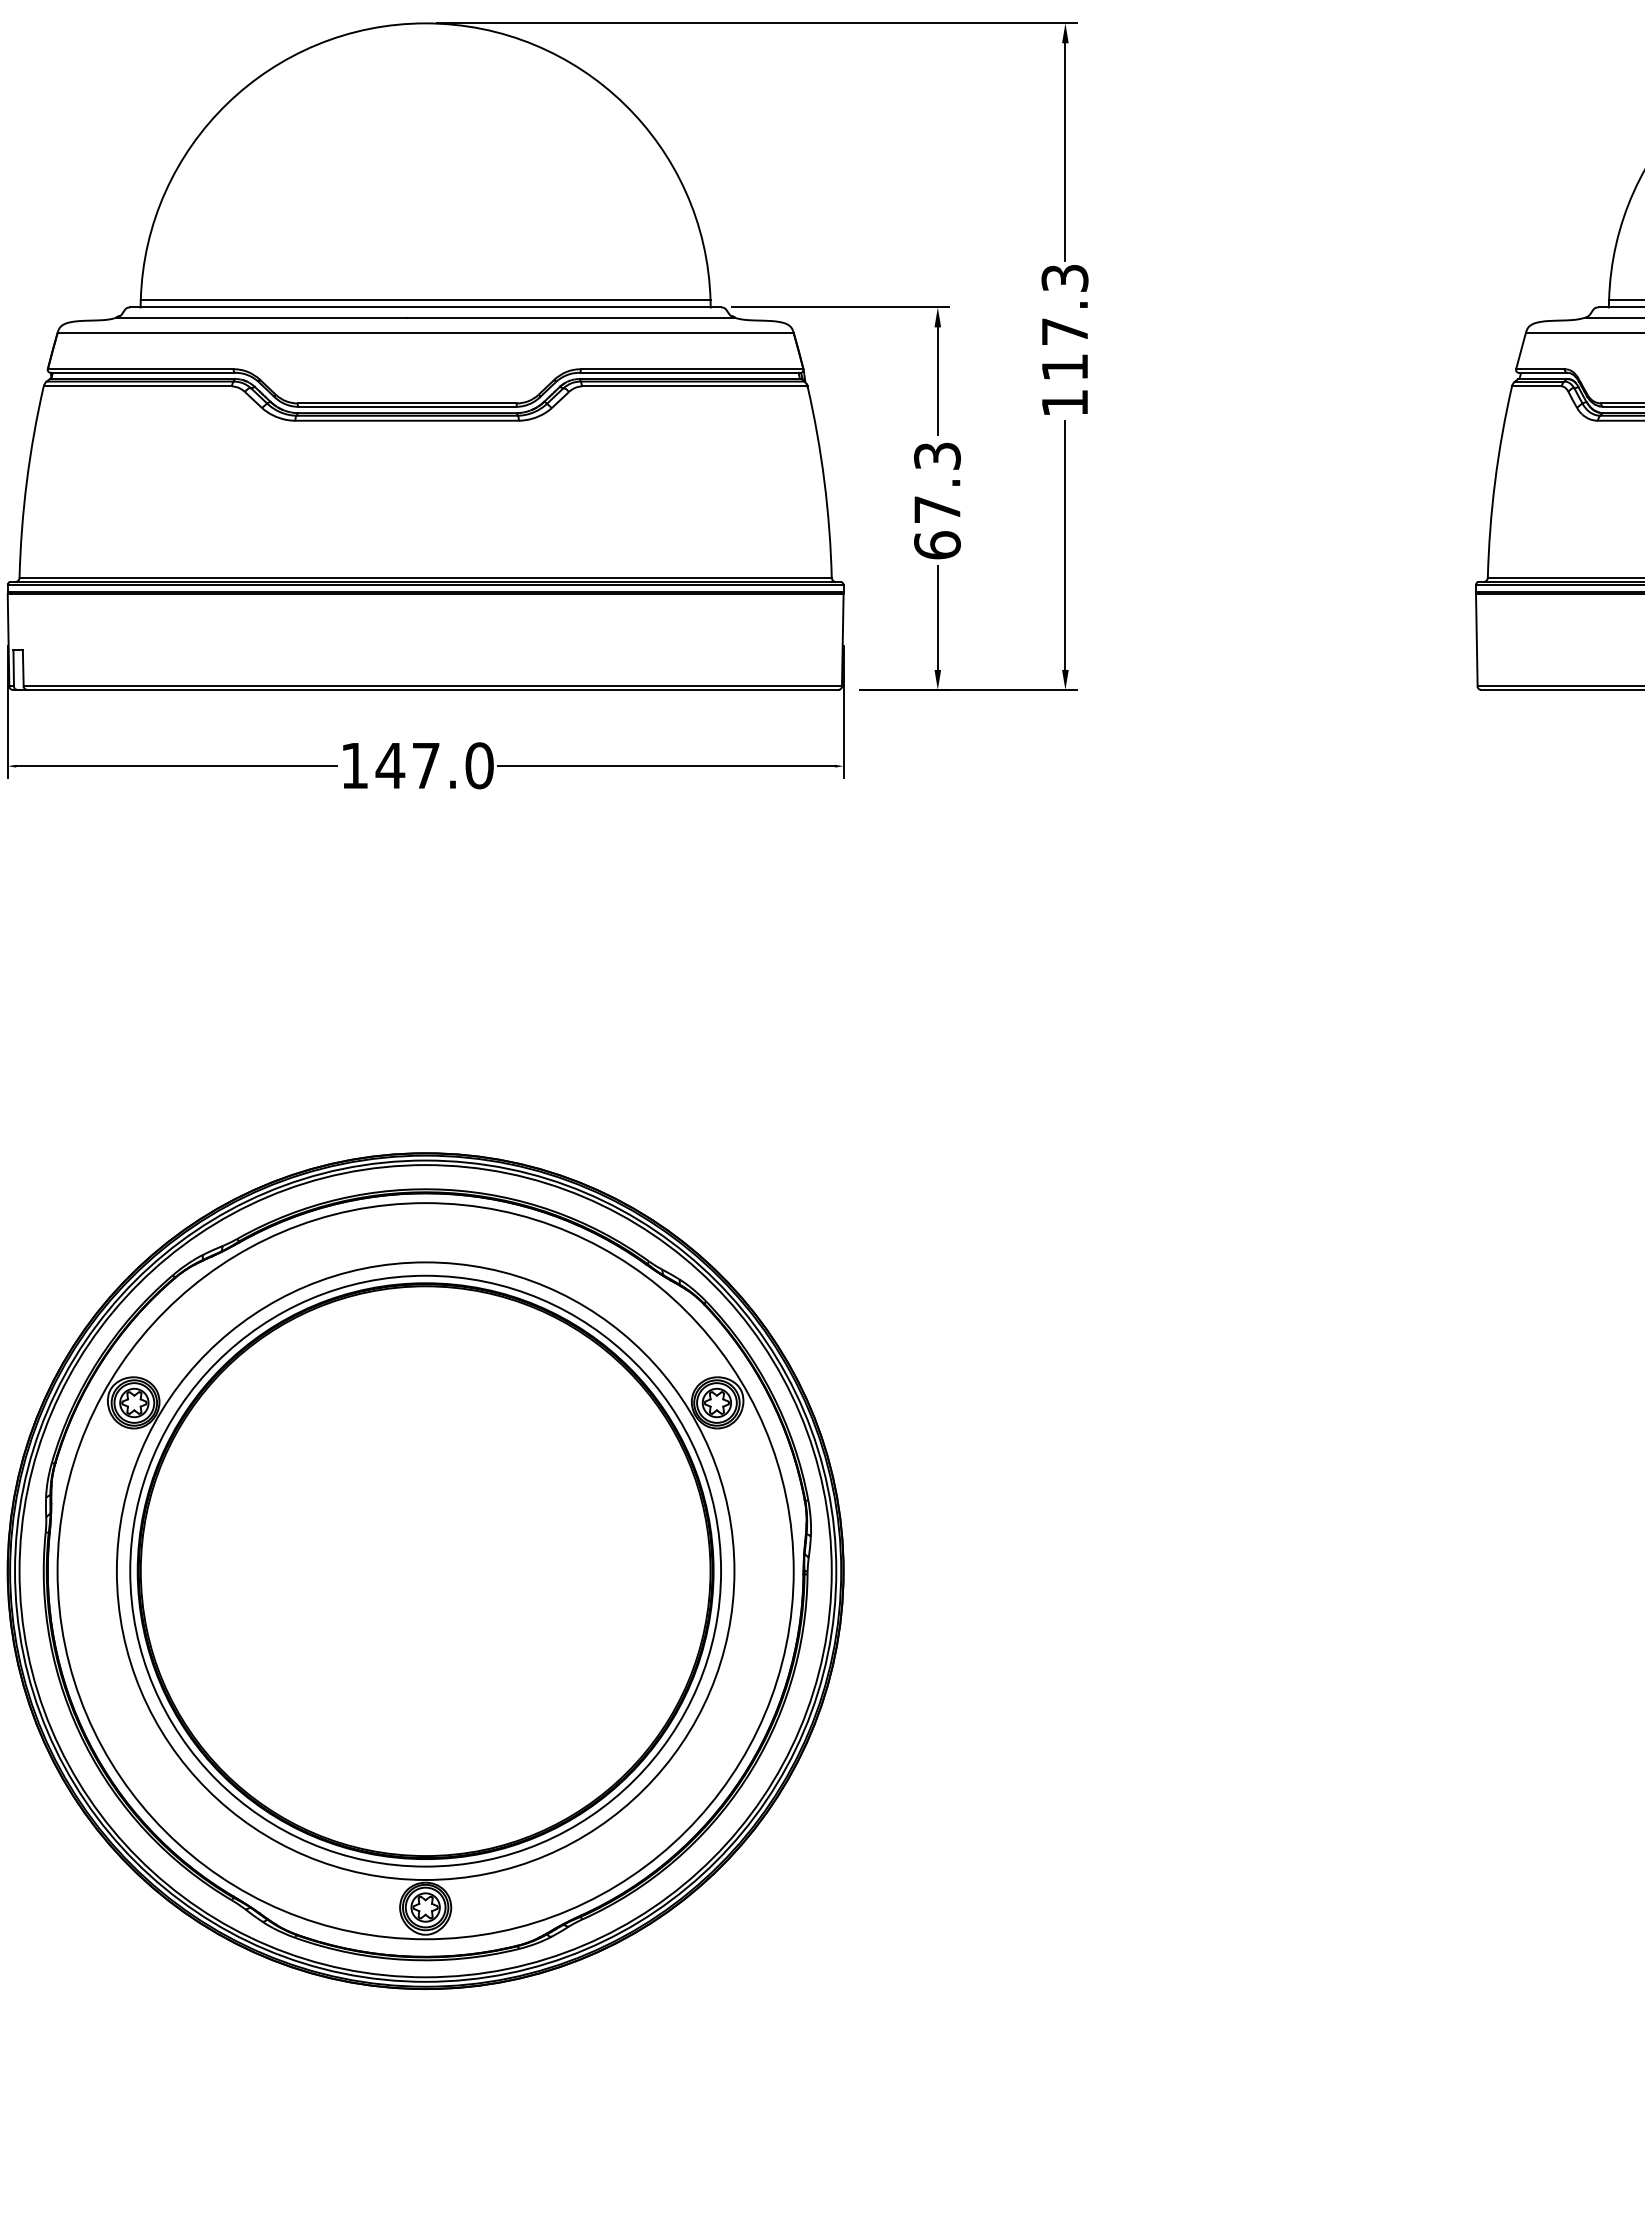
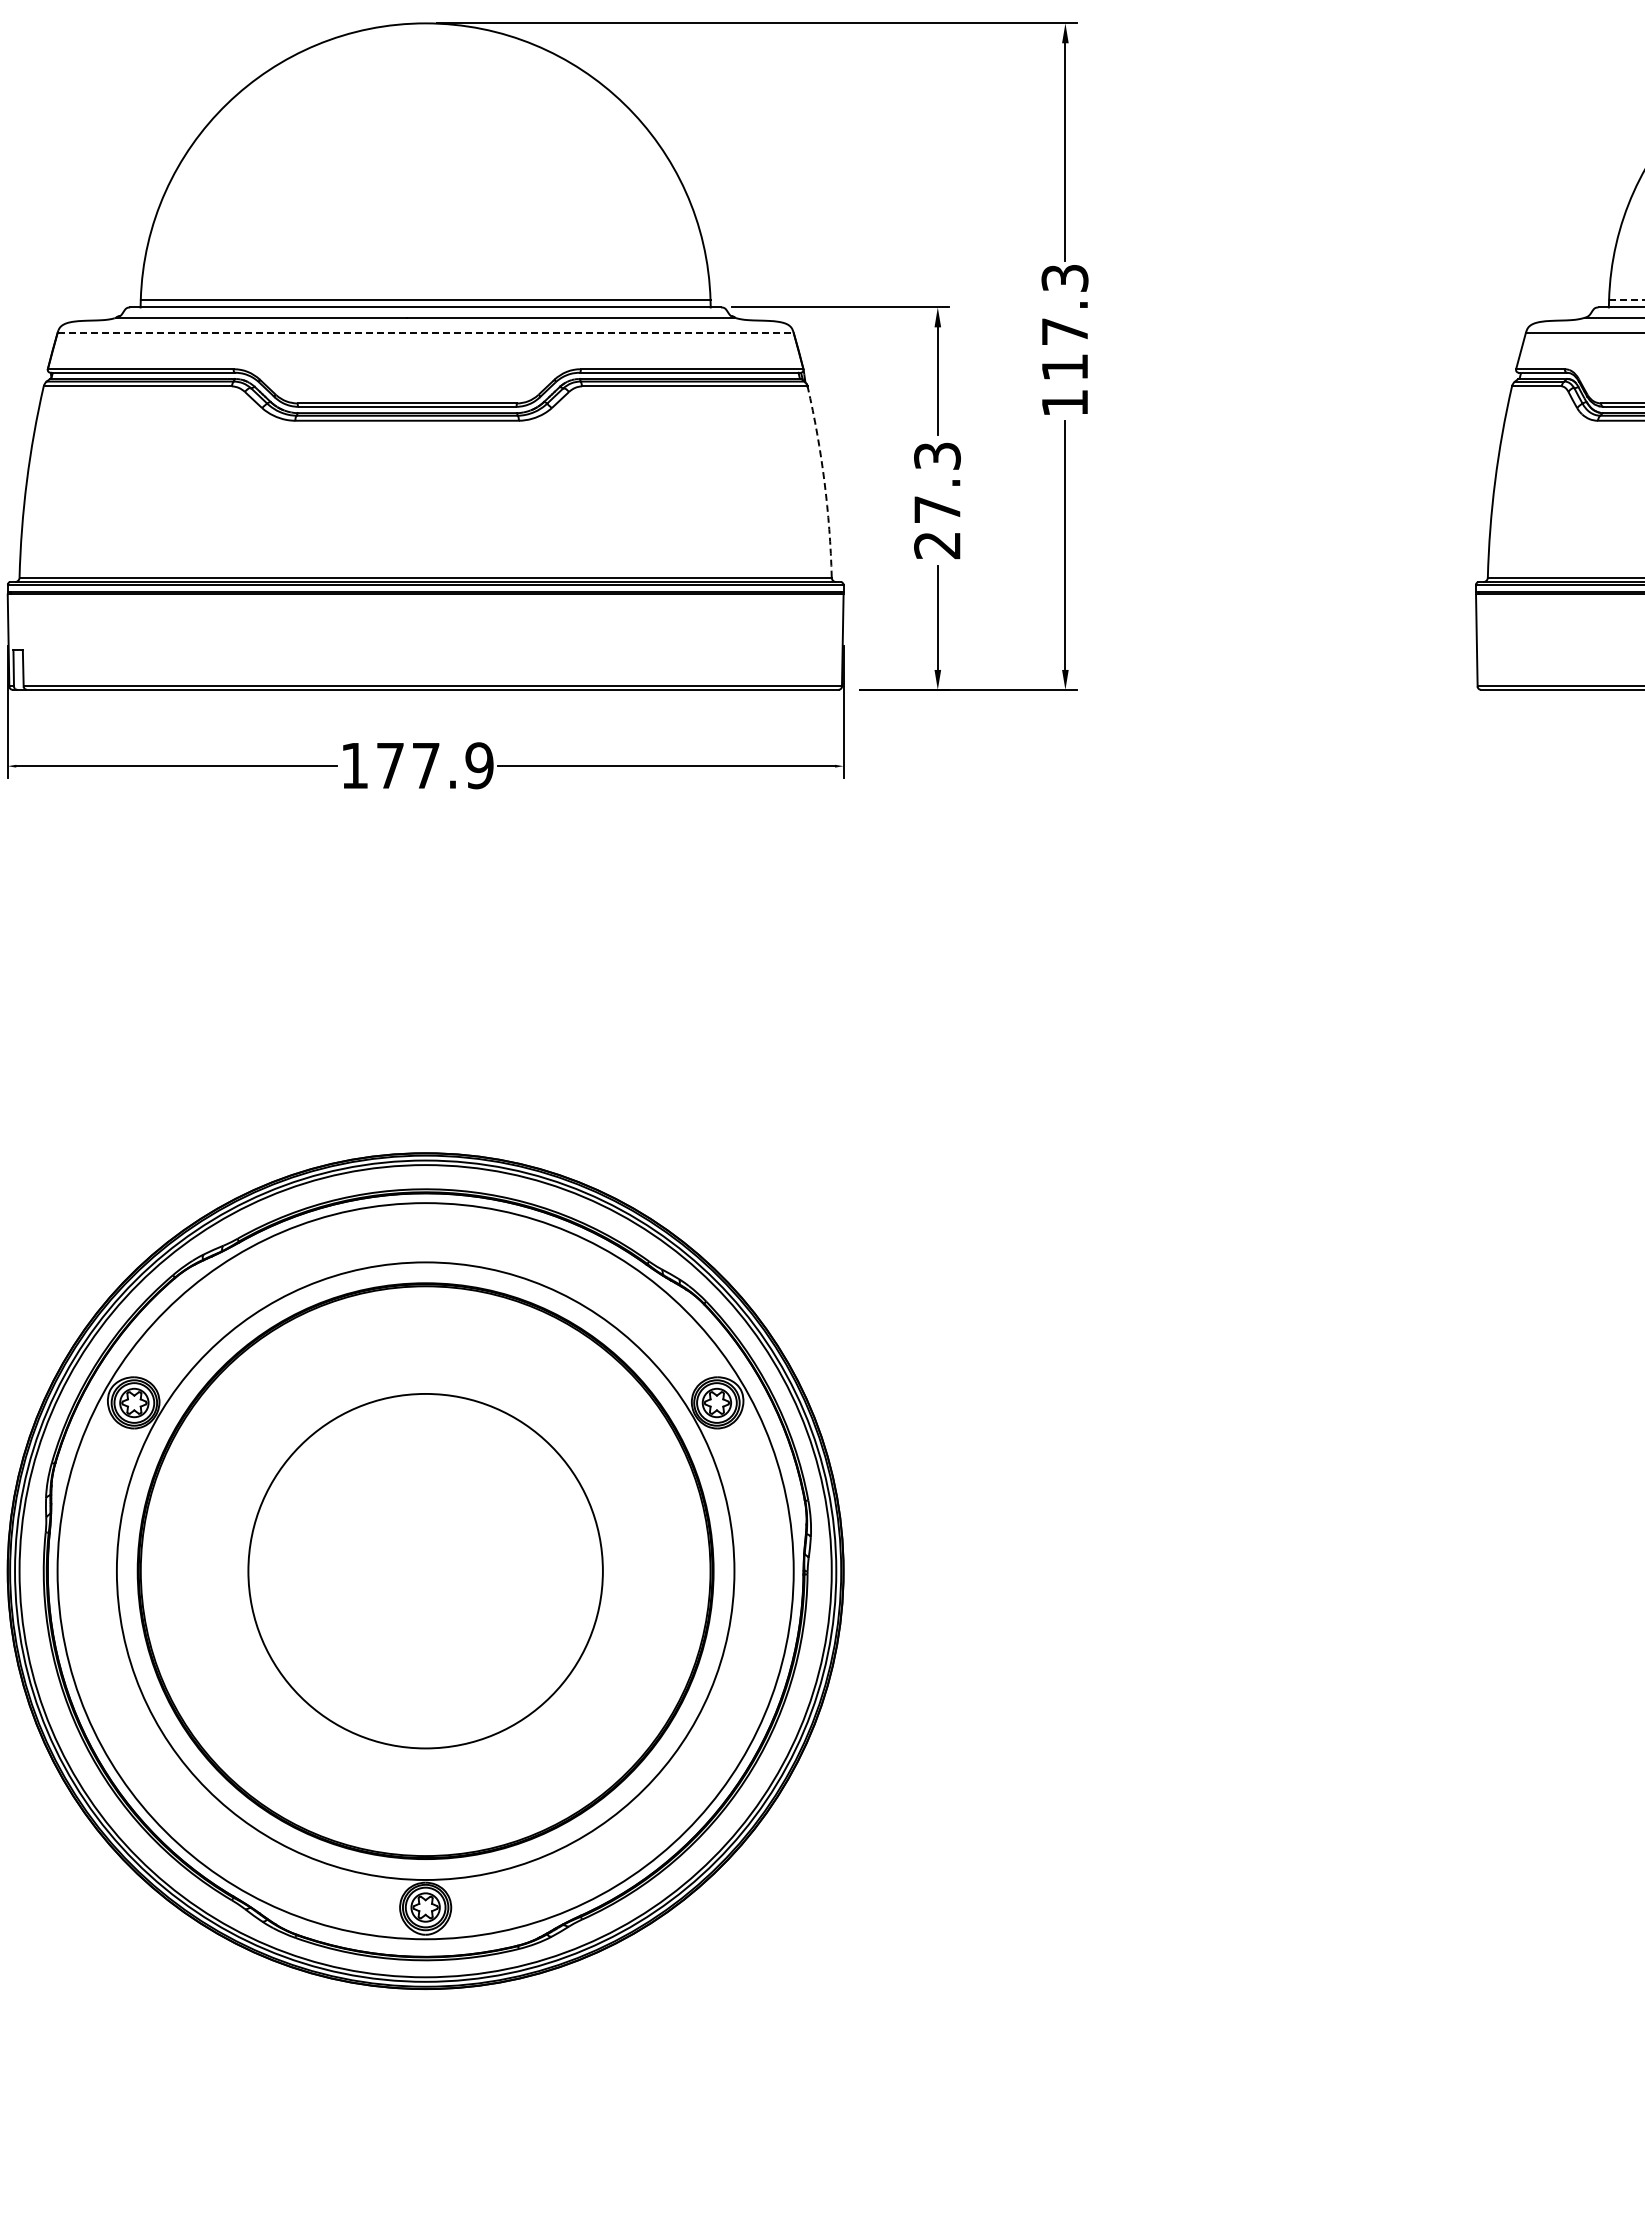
line at (1627, 300): solid -> dashed
line at (426, 333): solid -> dashed
arc at (824, 481): solid -> dashed
text at (937, 545): 67.3 -> 27.3
text at (434, 765): 147.0 -> 177.9
circle at (425, 1570) diameter: 591 px -> 355 px
